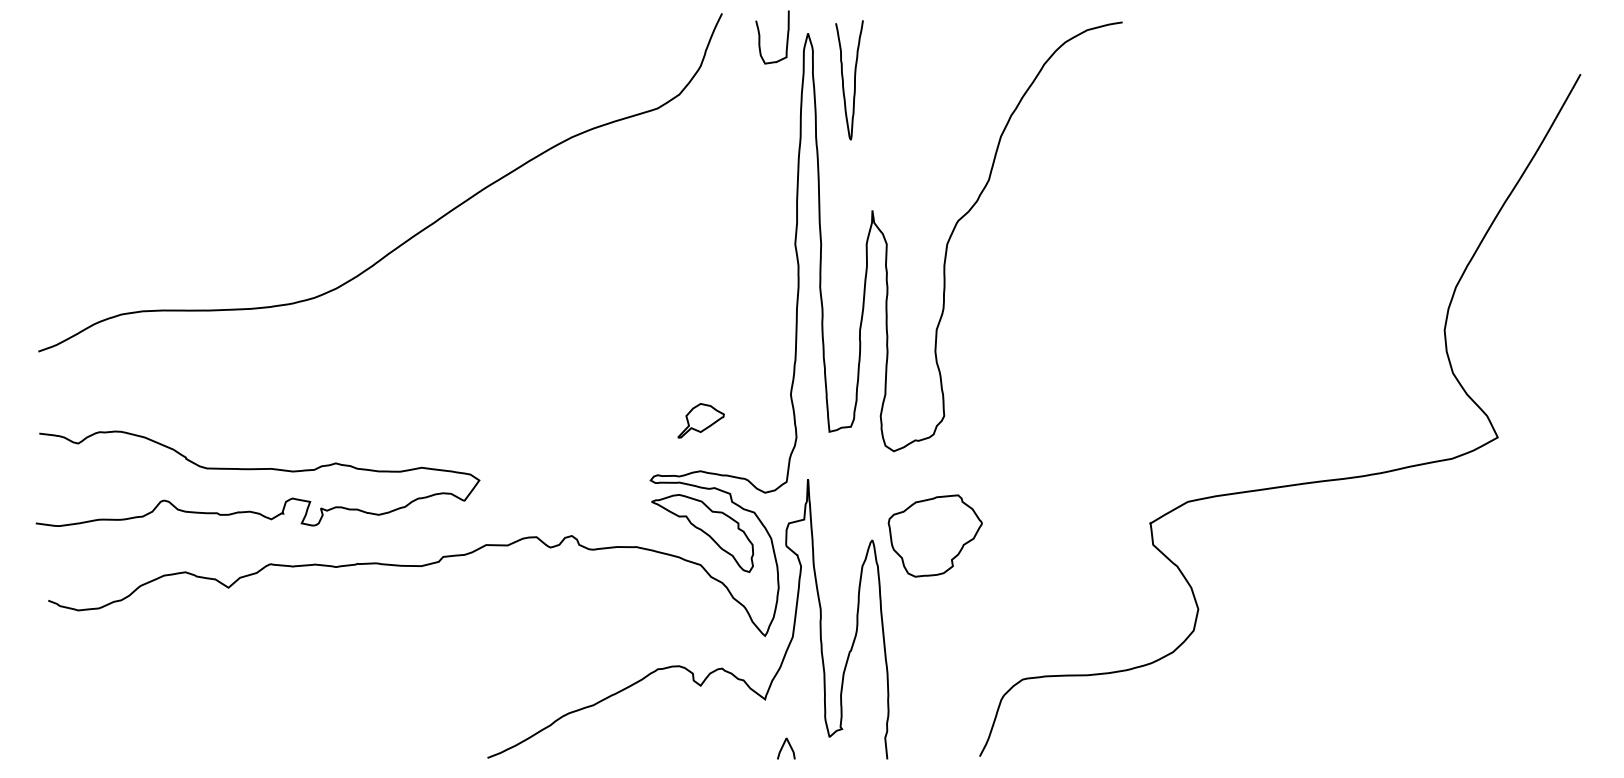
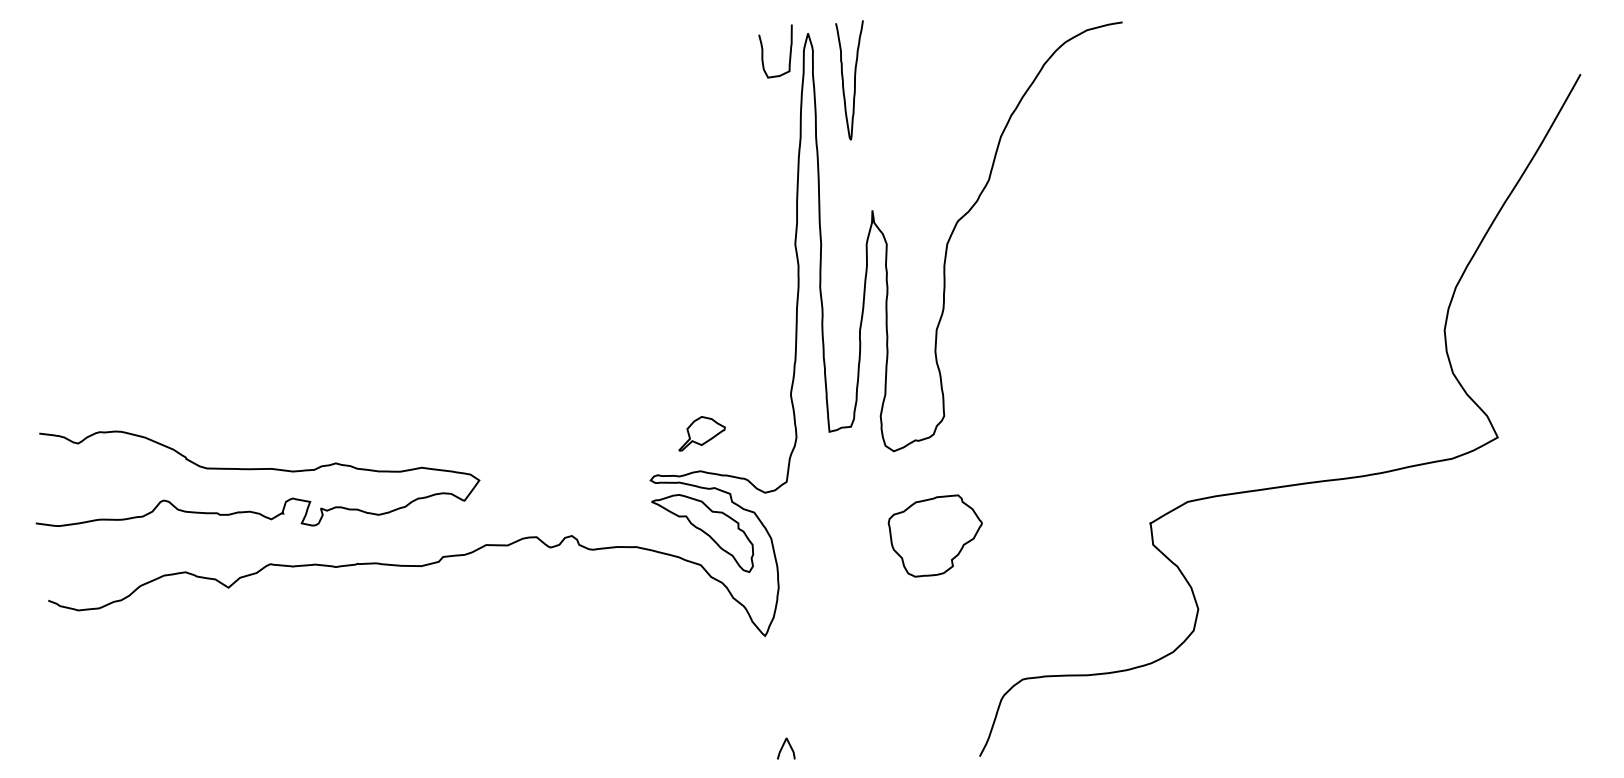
curve at (760, 37) position: (760, 37) -> (763, 51)
curve at (414, 234): present -> none
part at (700, 420) position: (700, 420) -> (701, 433)
curve at (680, 665): present -> none
